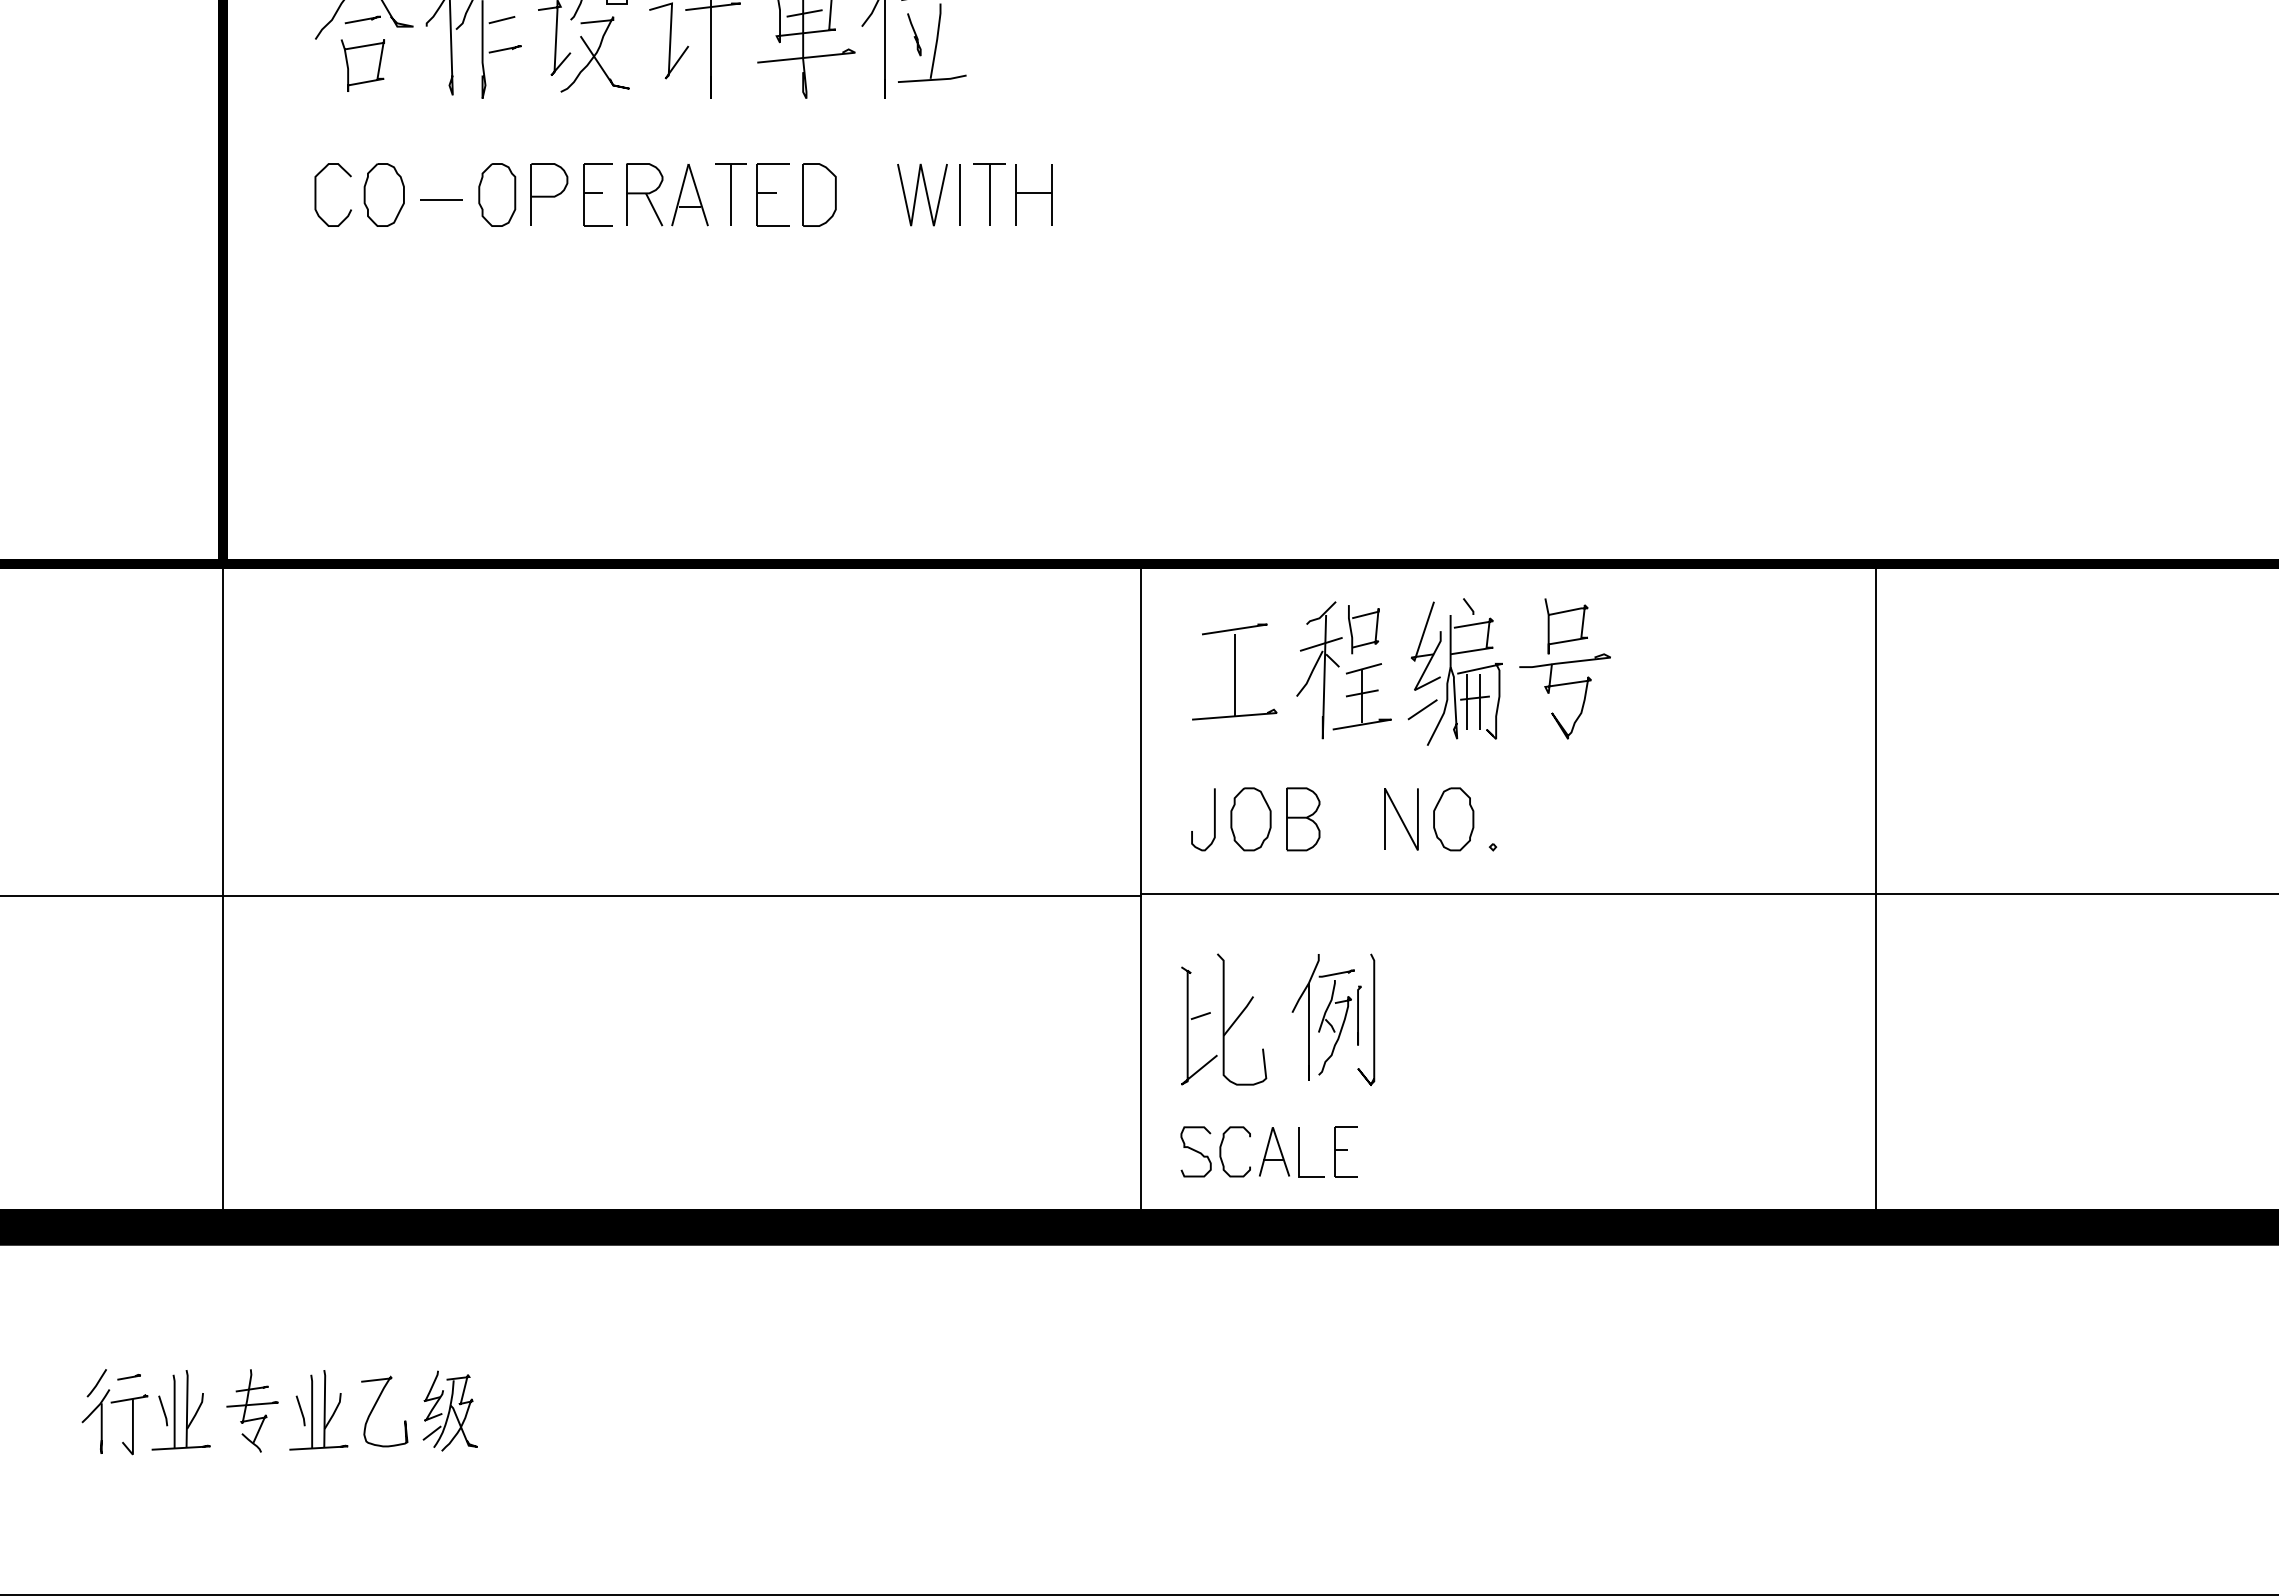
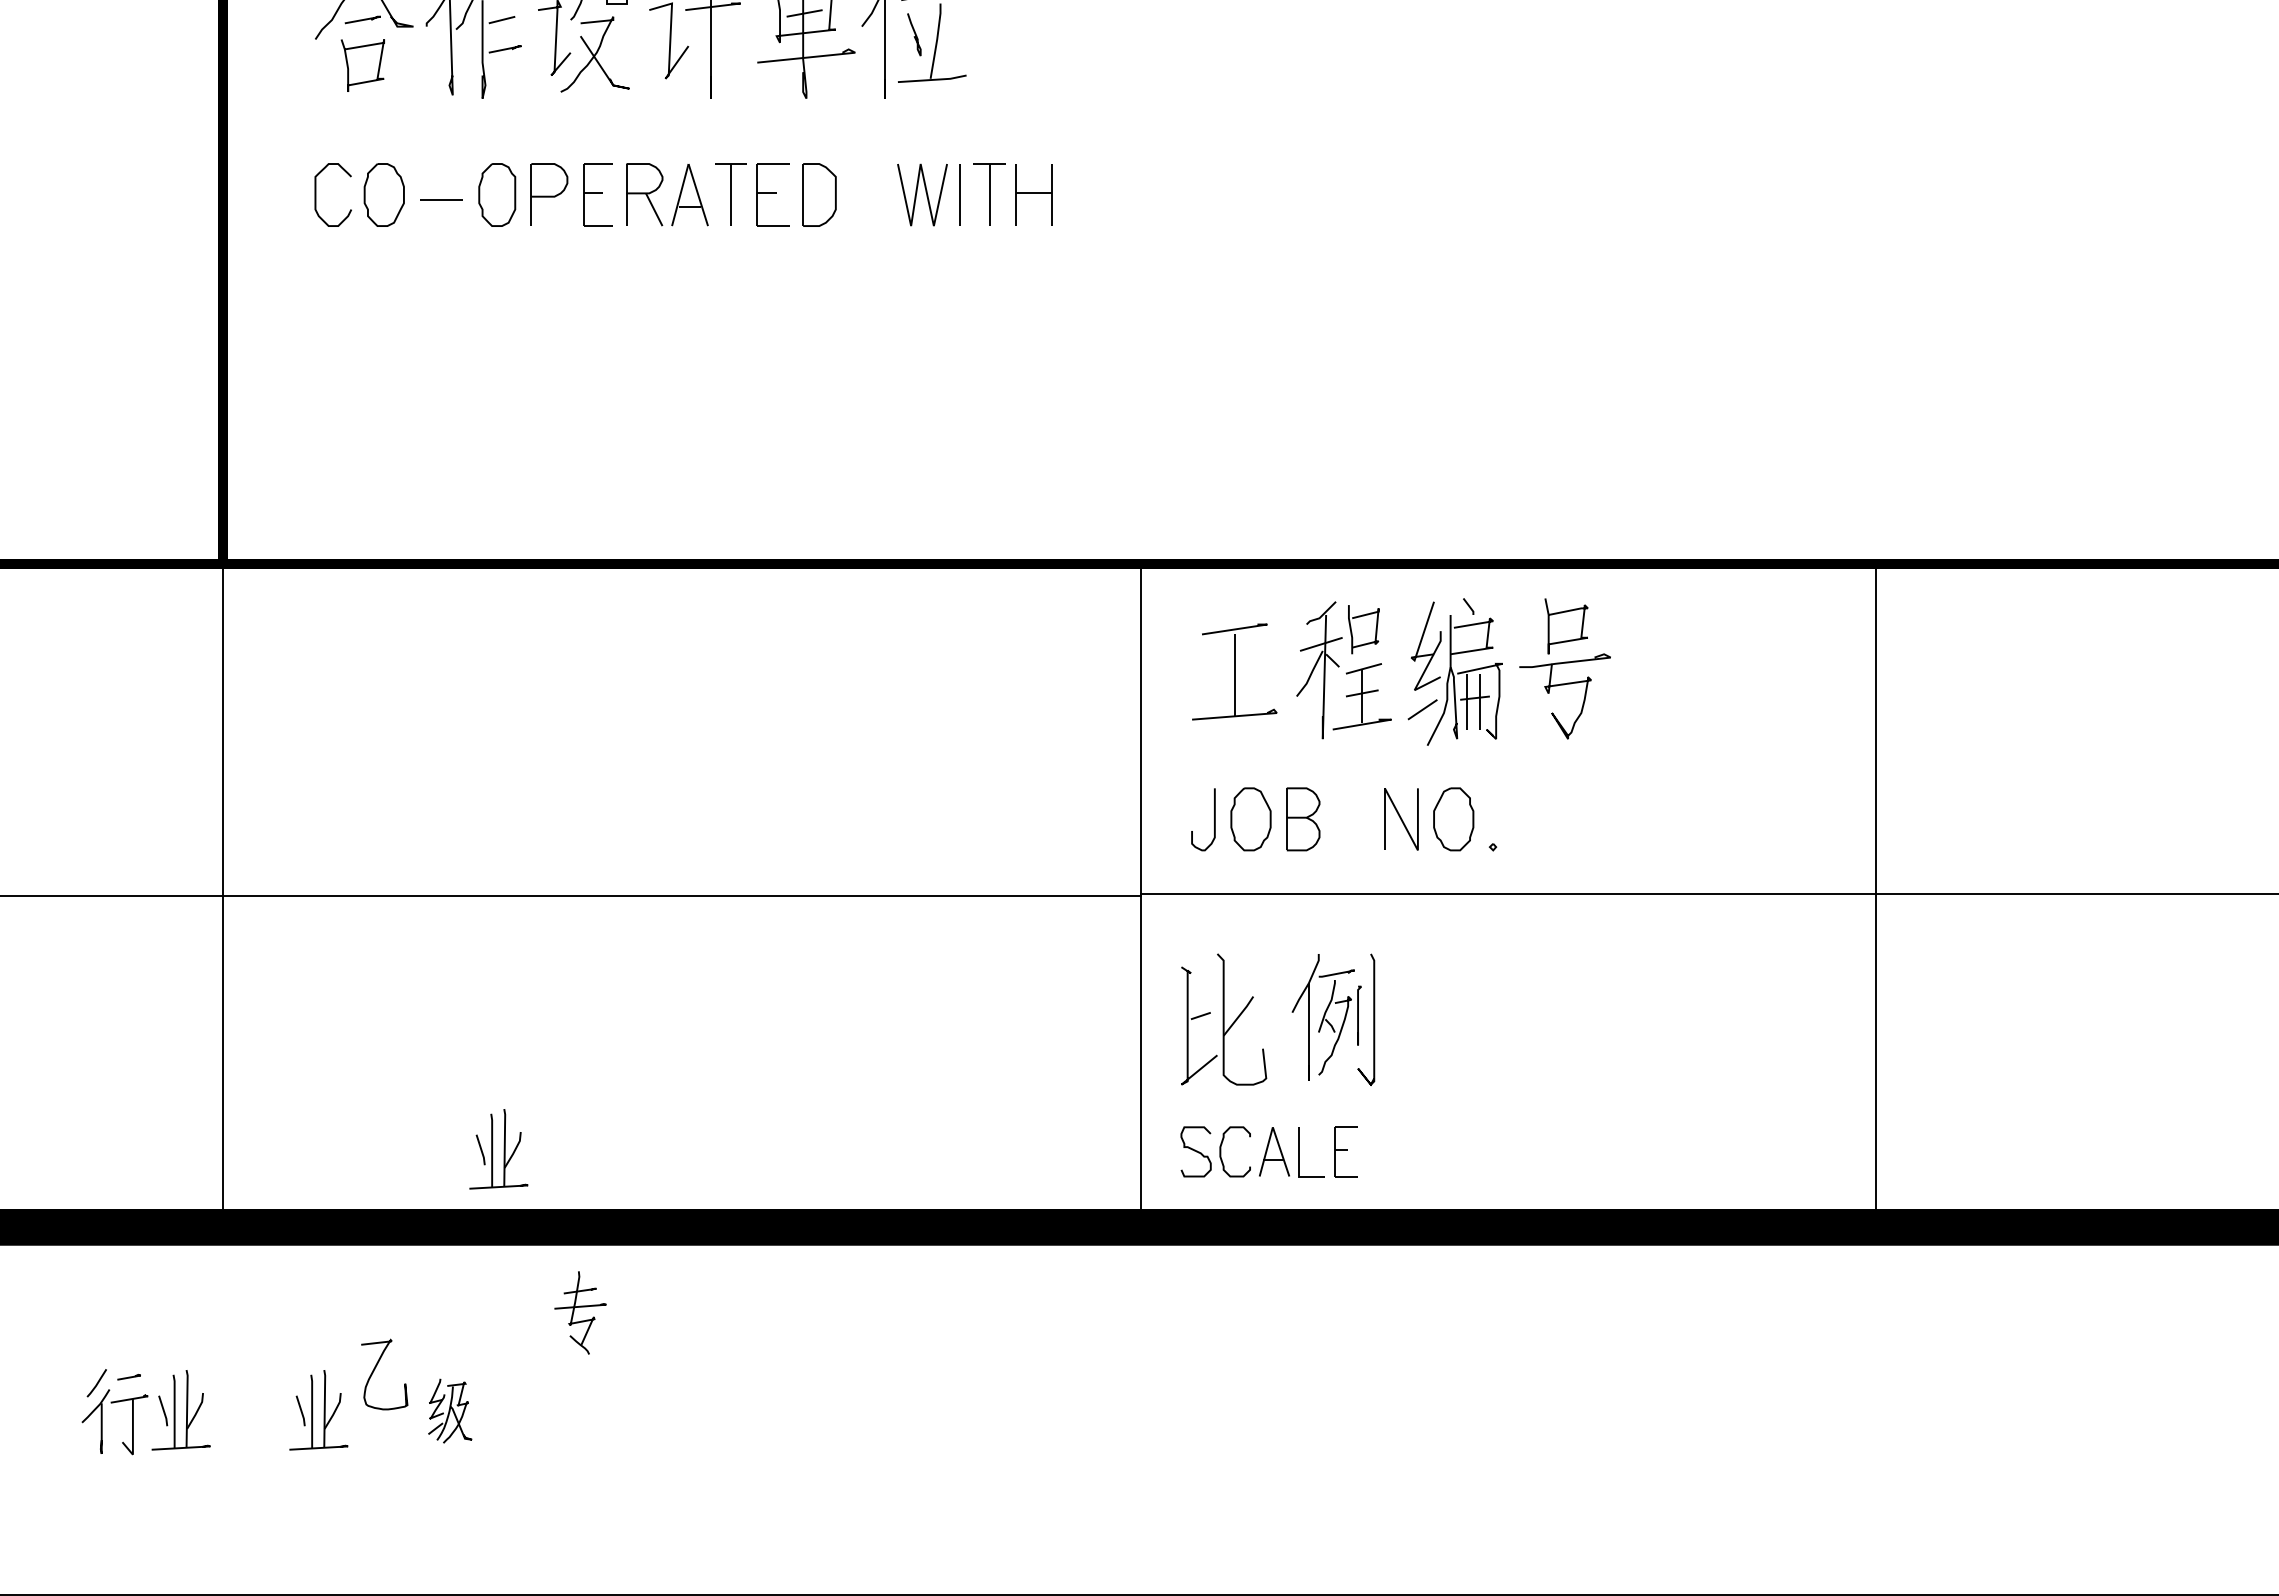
part at (498, 1149): none -> present
curve at (375, 1406) position: (375, 1406) -> (375, 1369)
part at (252, 1410) position: (252, 1410) -> (580, 1312)
part at (449, 1410) size: 56x82 px -> 45x66 px
